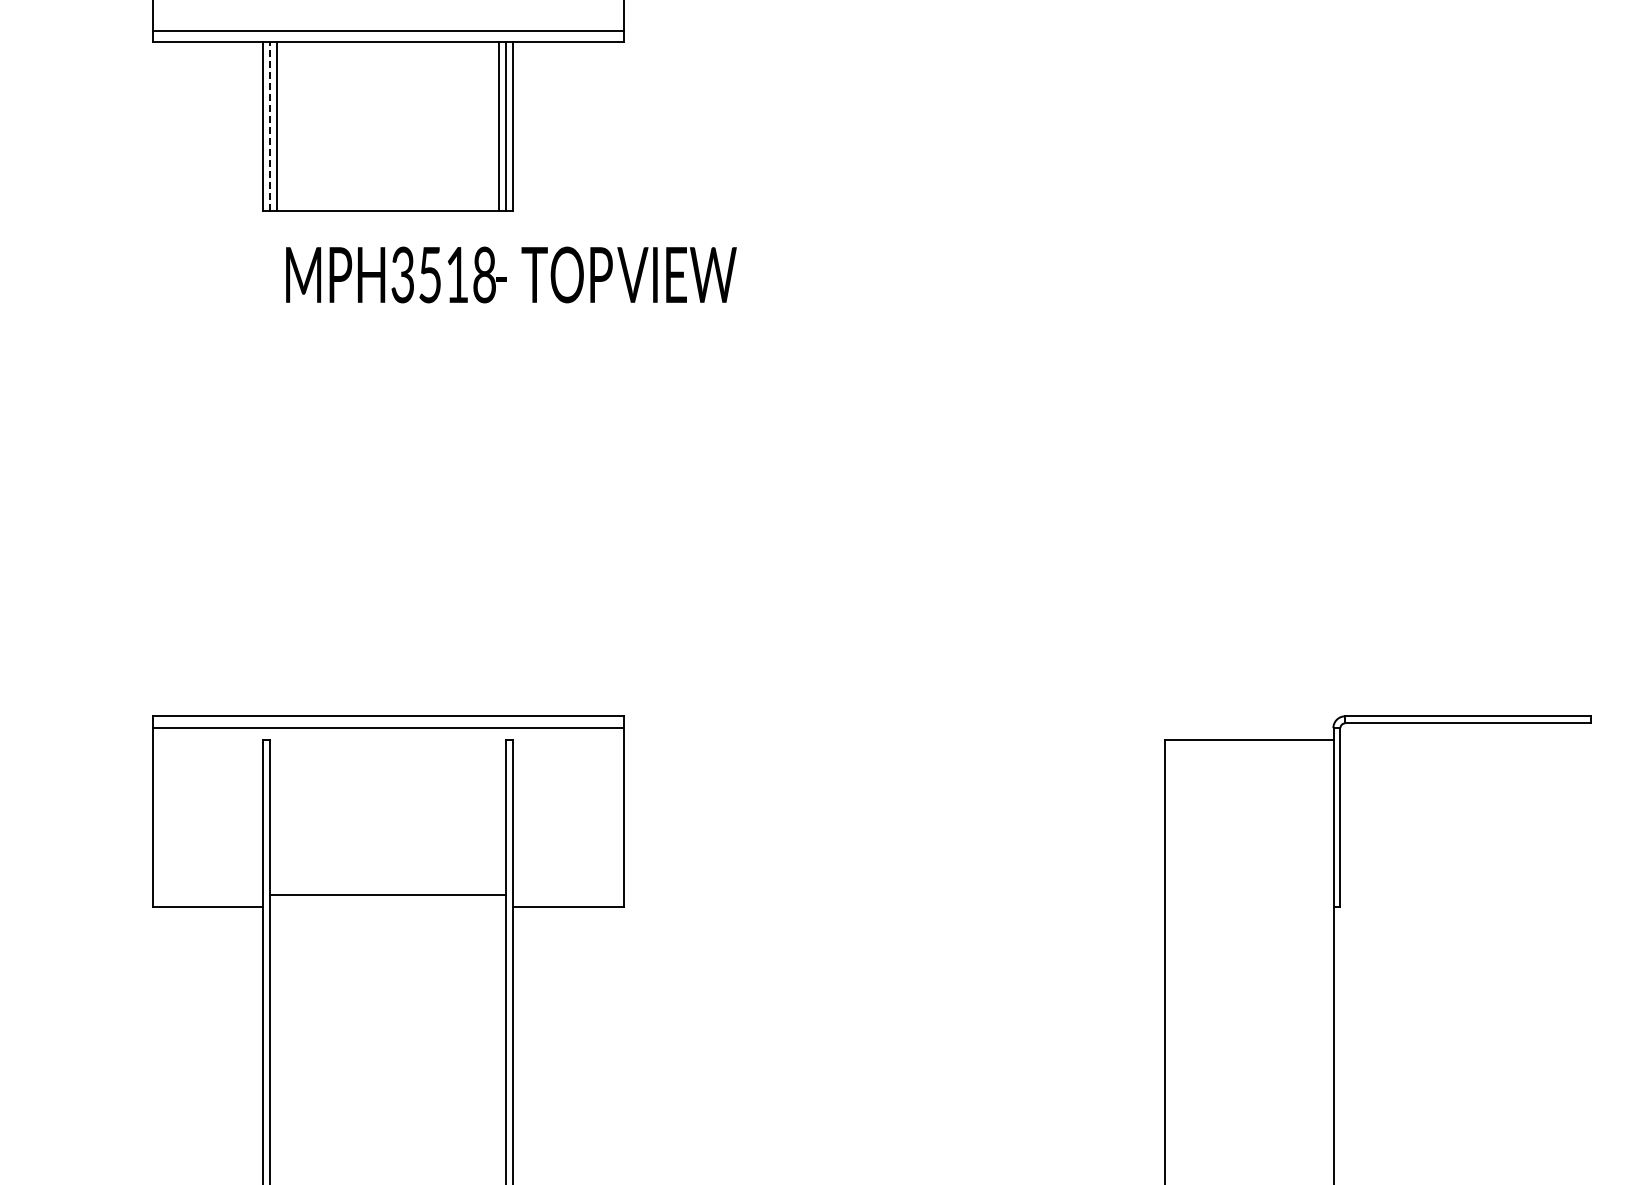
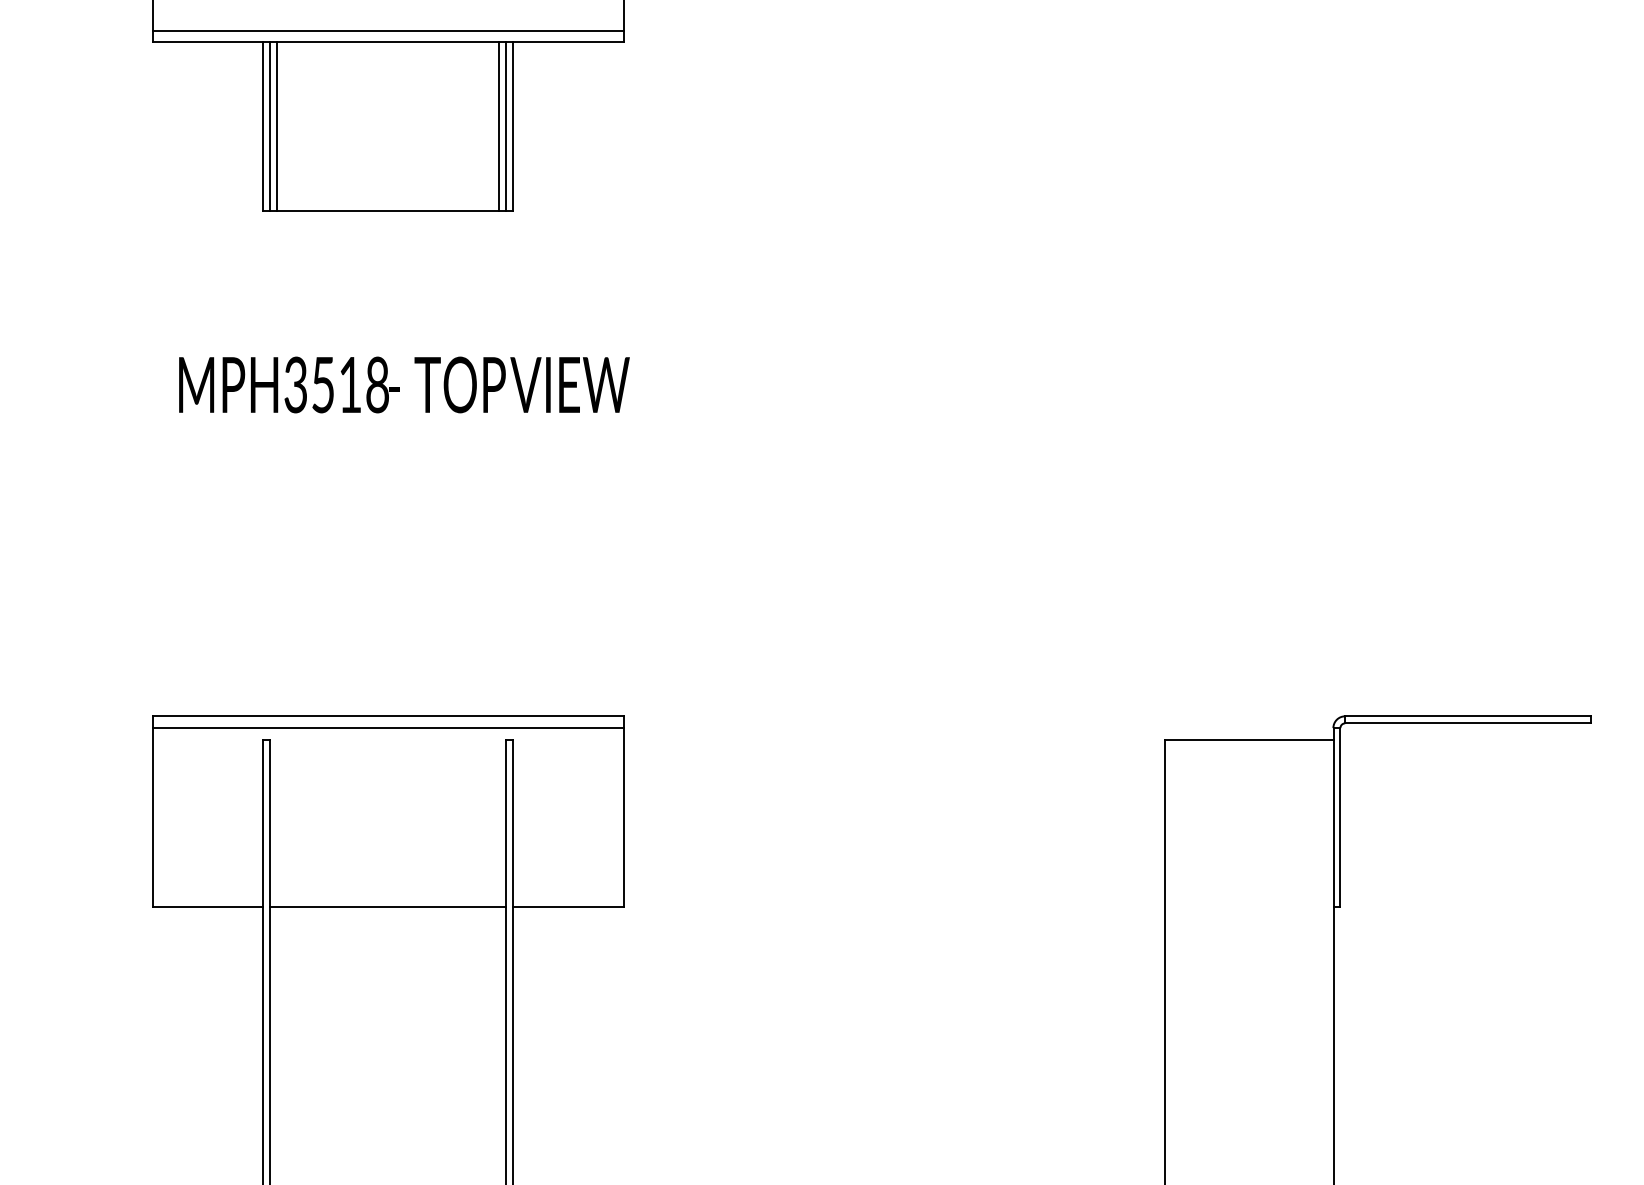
line at (270, 126): dashed -> solid
text at (511, 274) position: (511, 274) -> (404, 384)
line at (387, 894) position: (387, 894) -> (387, 906)
